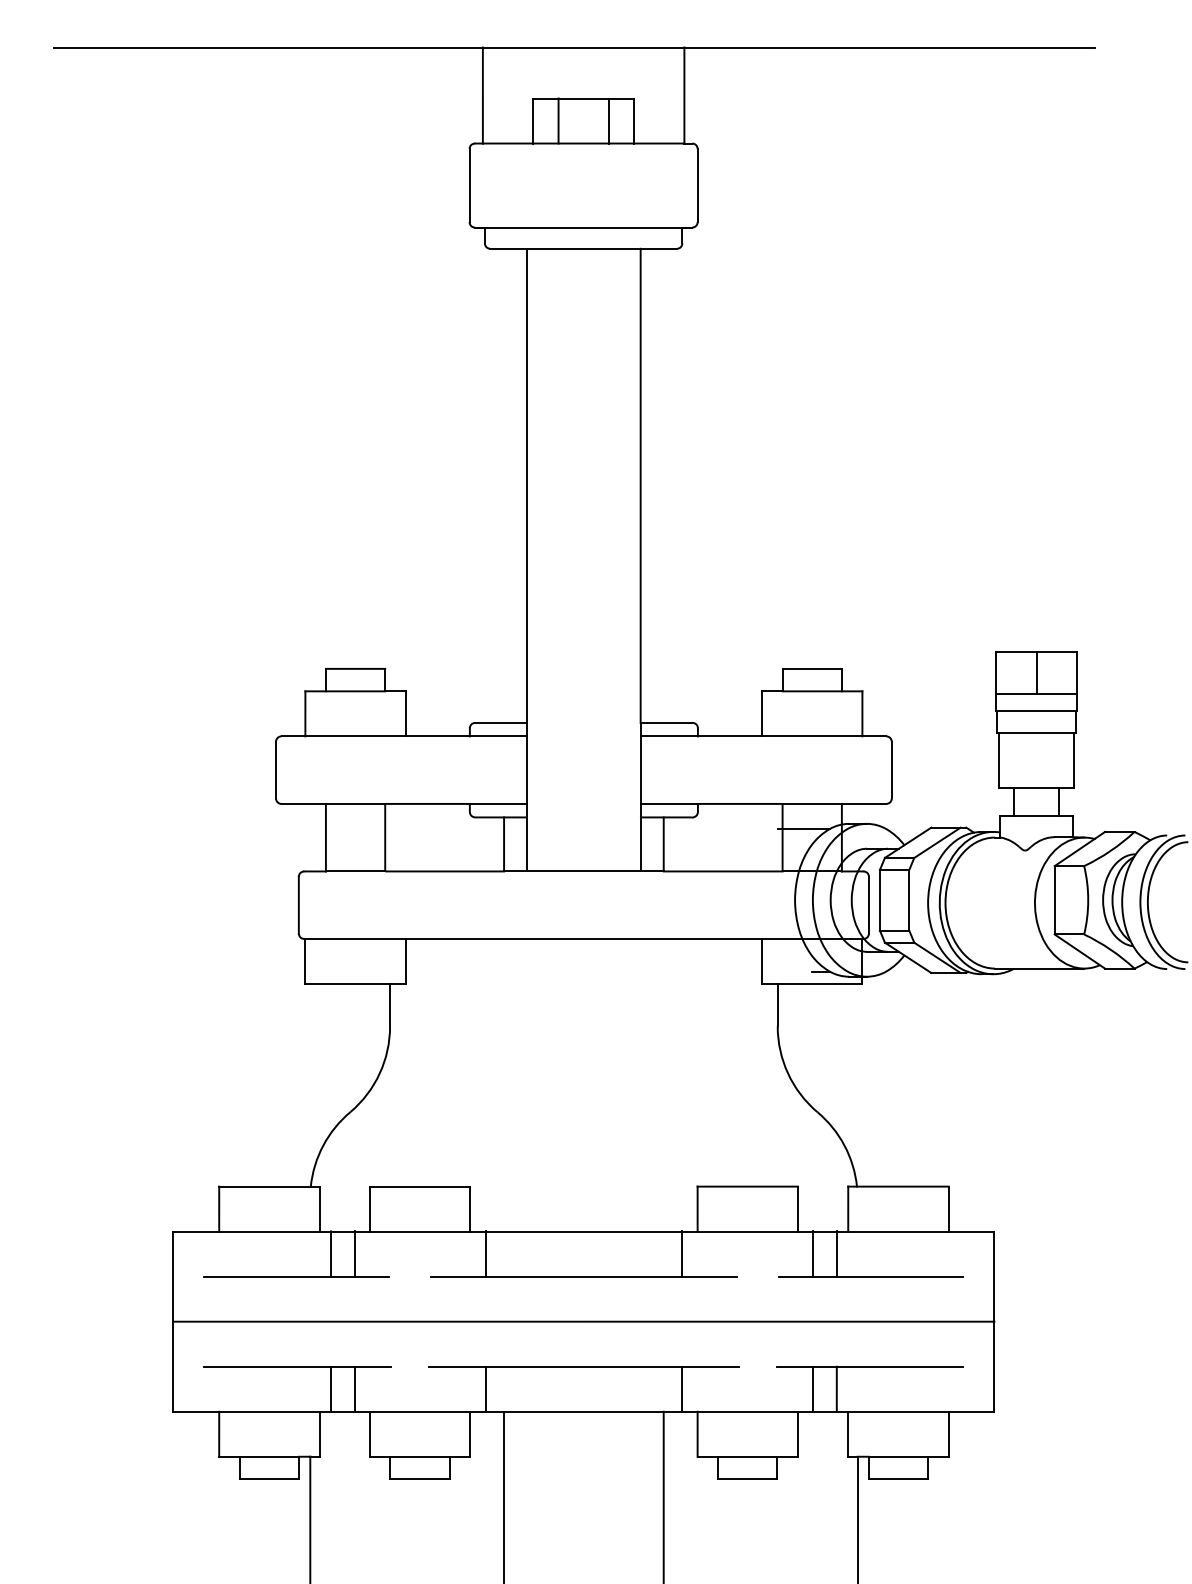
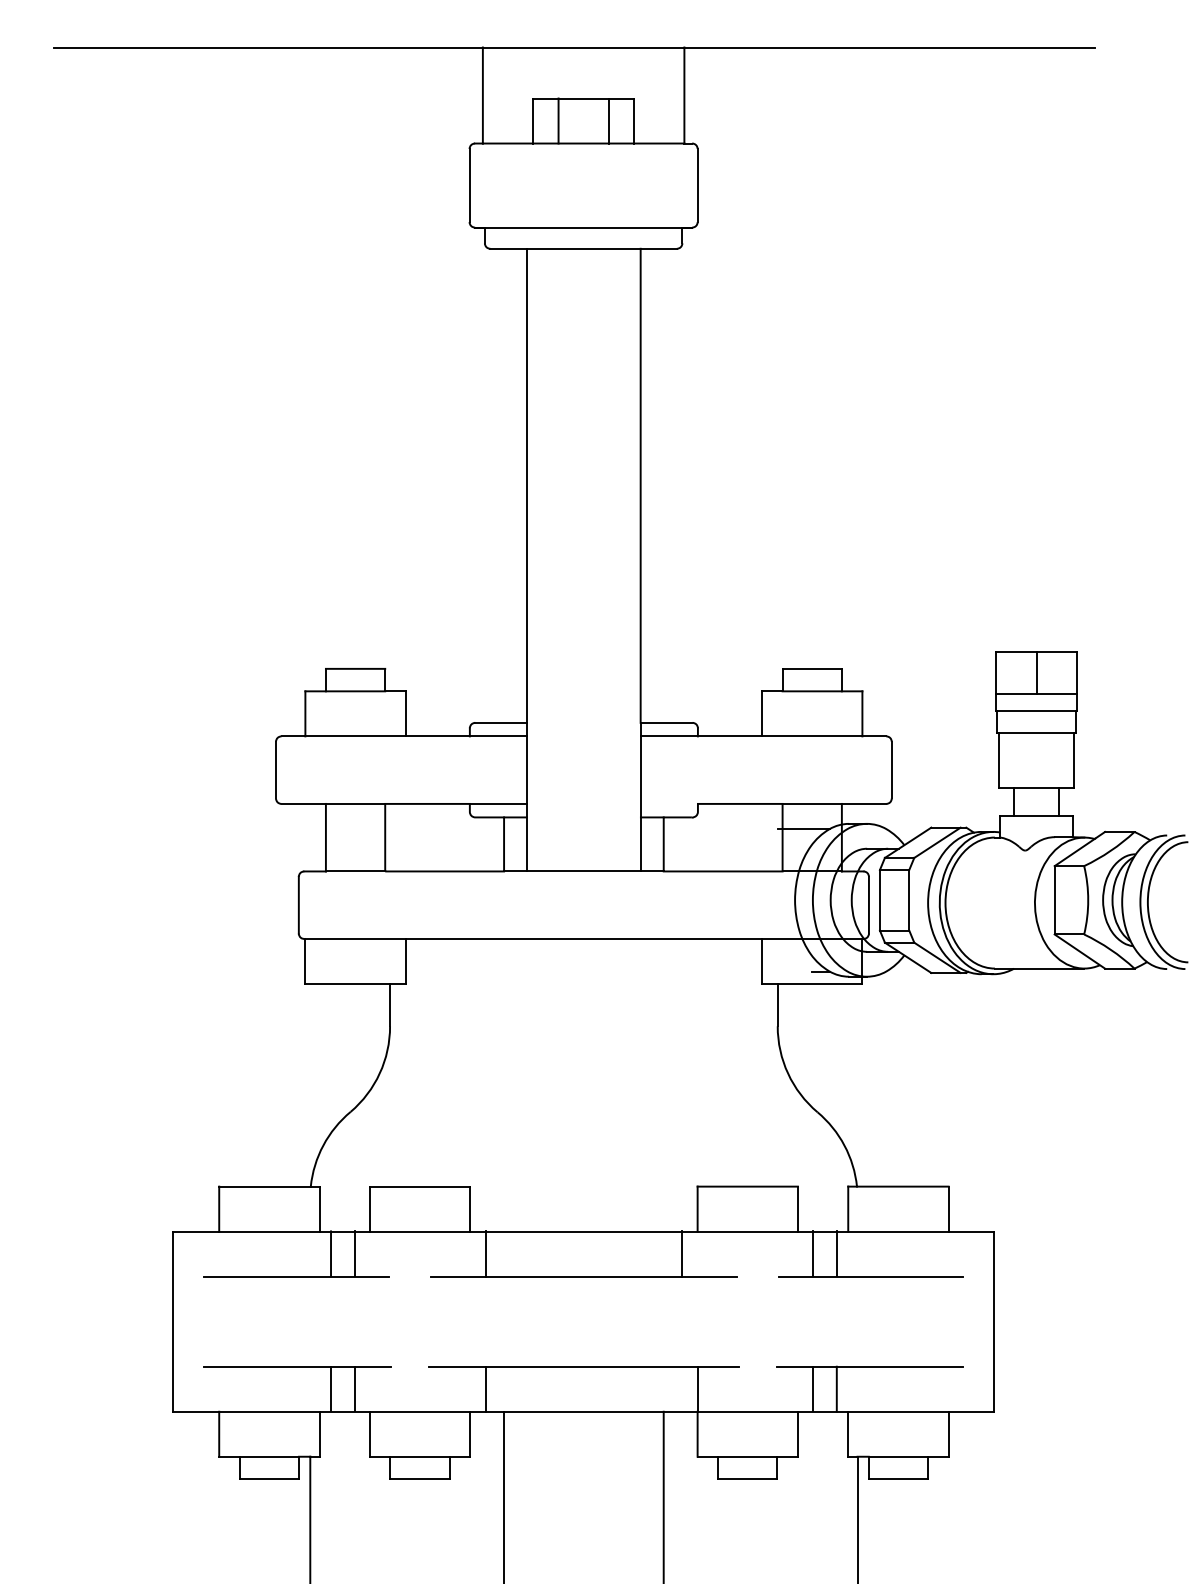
line at (668, 803): present -> none
line at (583, 1321): present -> none
line at (682, 1389) position: (682, 1389) -> (698, 1389)
